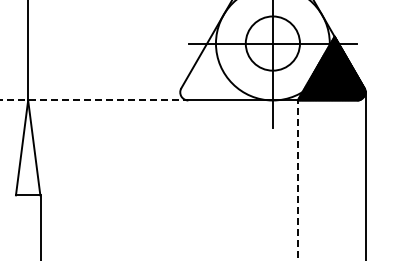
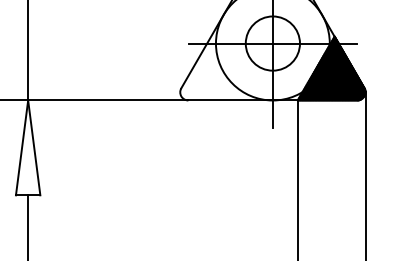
line at (94, 100): dashed -> solid
line at (297, 180): dashed -> solid
line at (41, 226) position: (41, 226) -> (28, 226)
